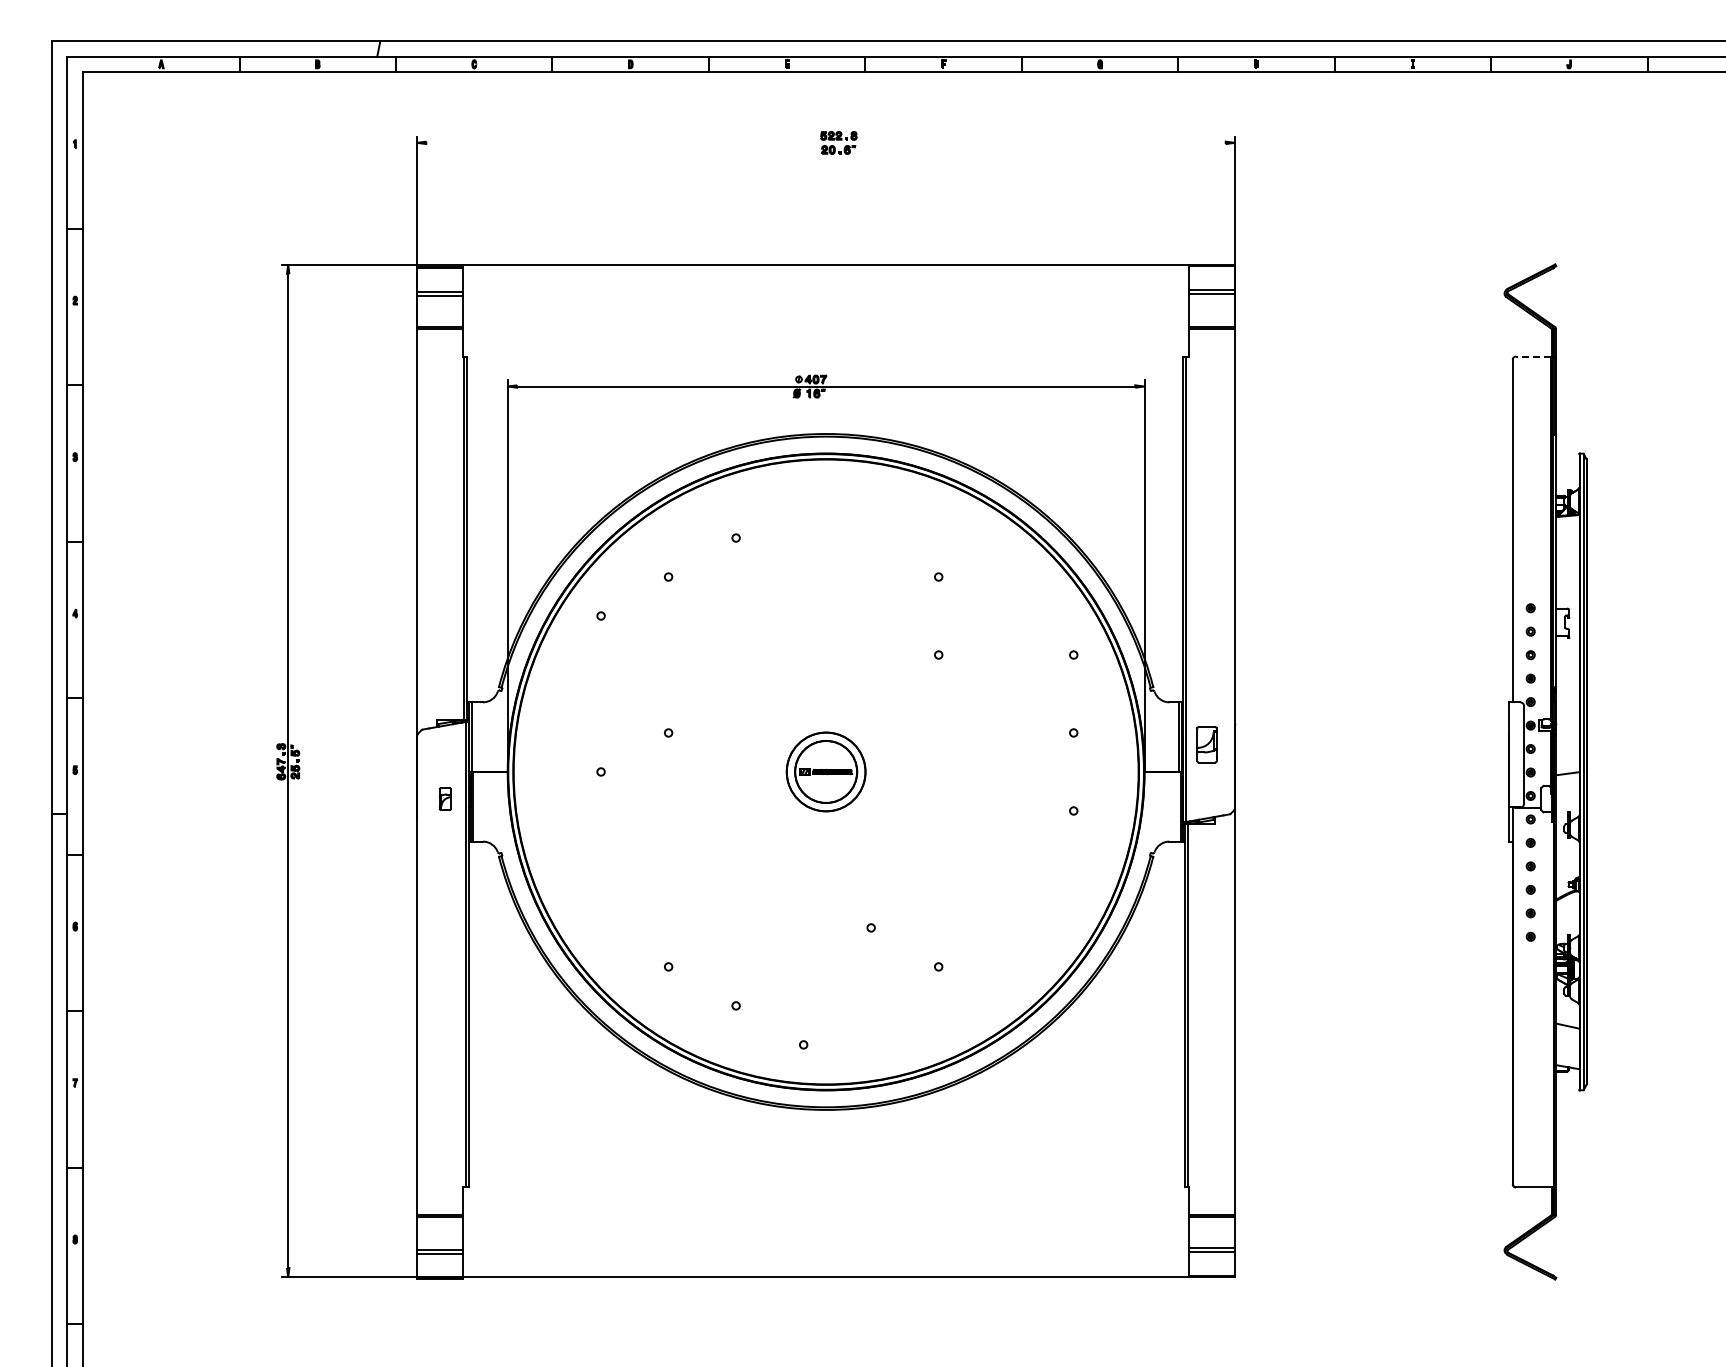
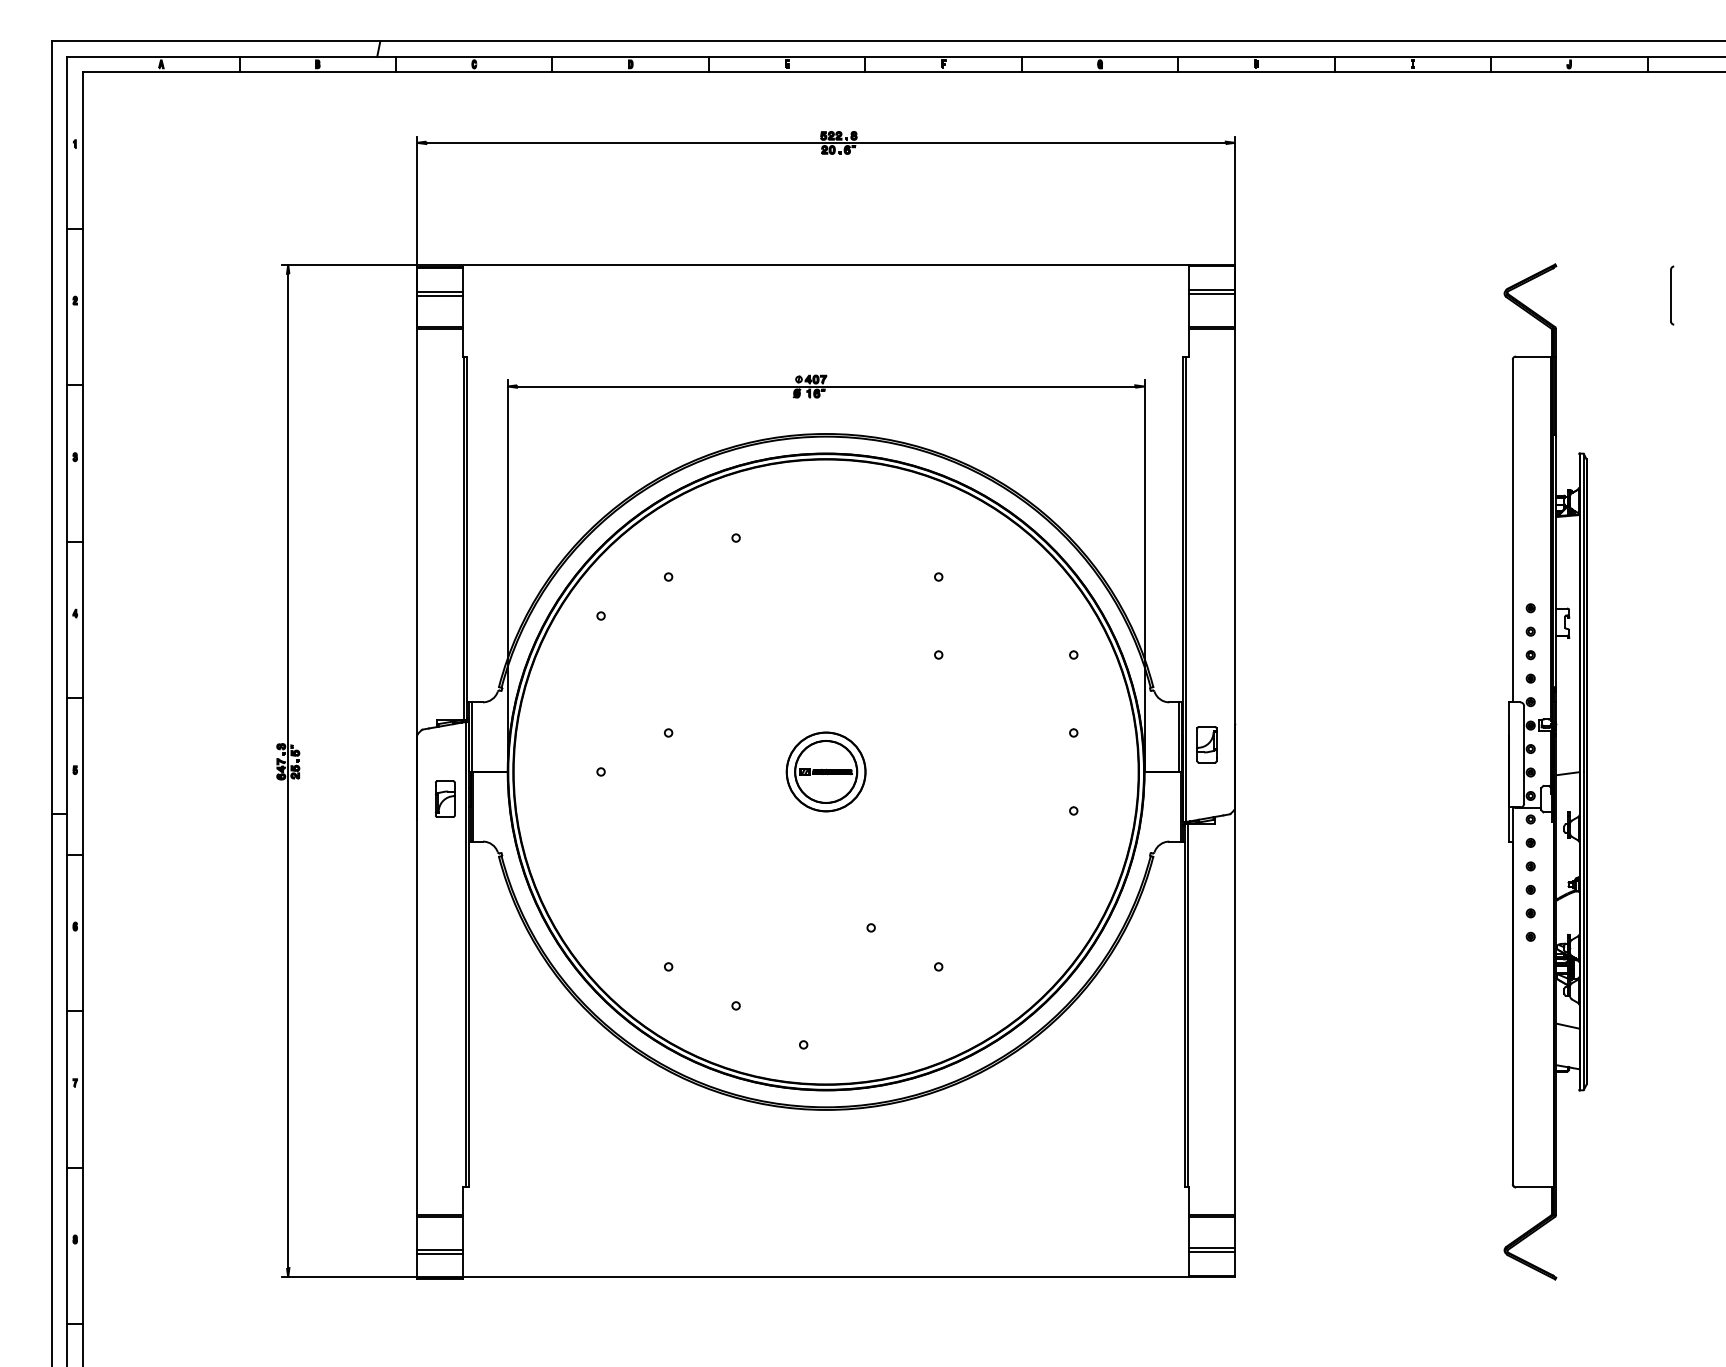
line at (825, 142): none -> present
part at (1672, 295): none -> present
line at (1532, 356): dashed -> solid
part at (444, 798) size: 14x24 px -> 21x38 px
